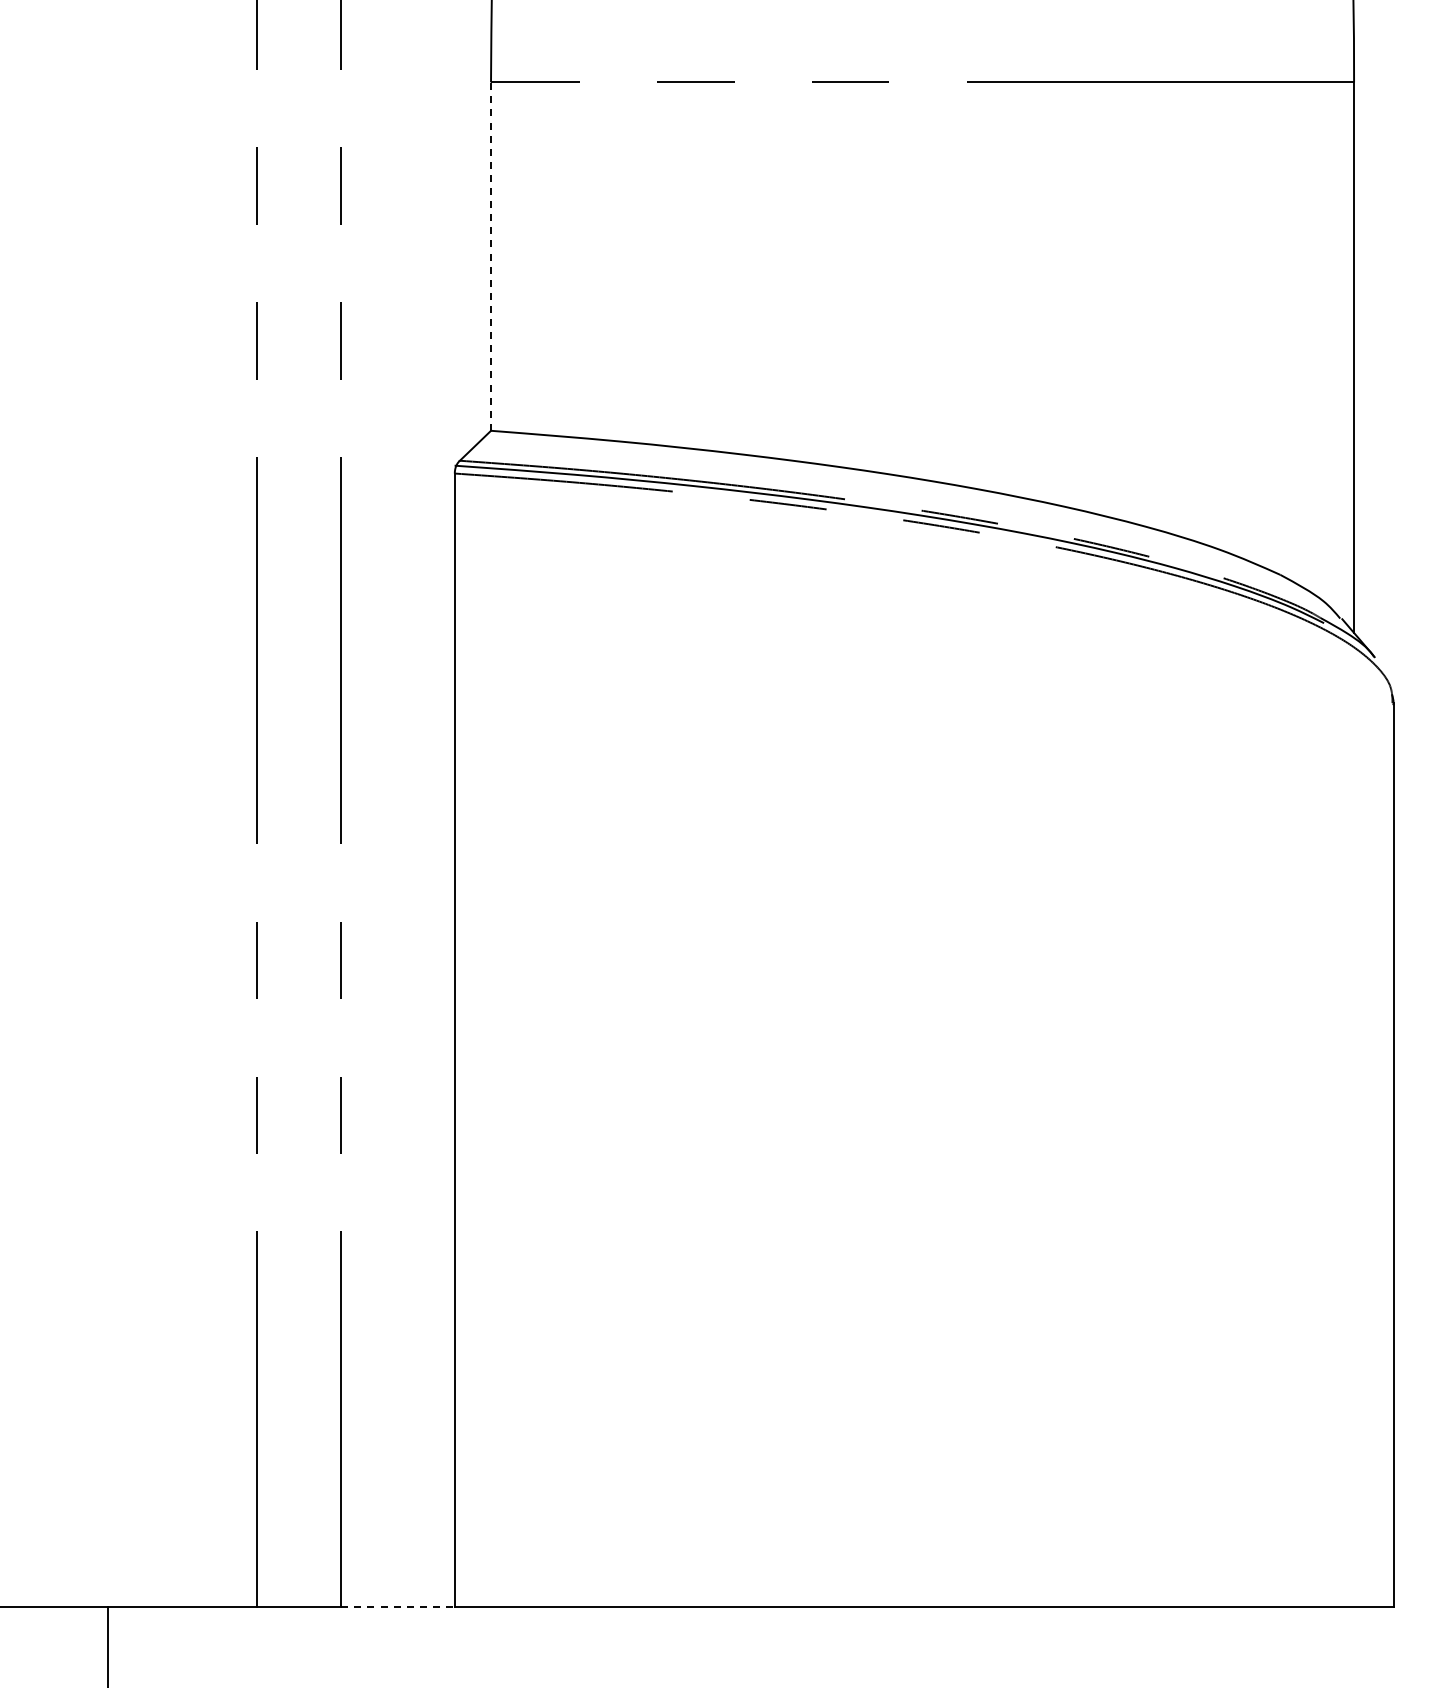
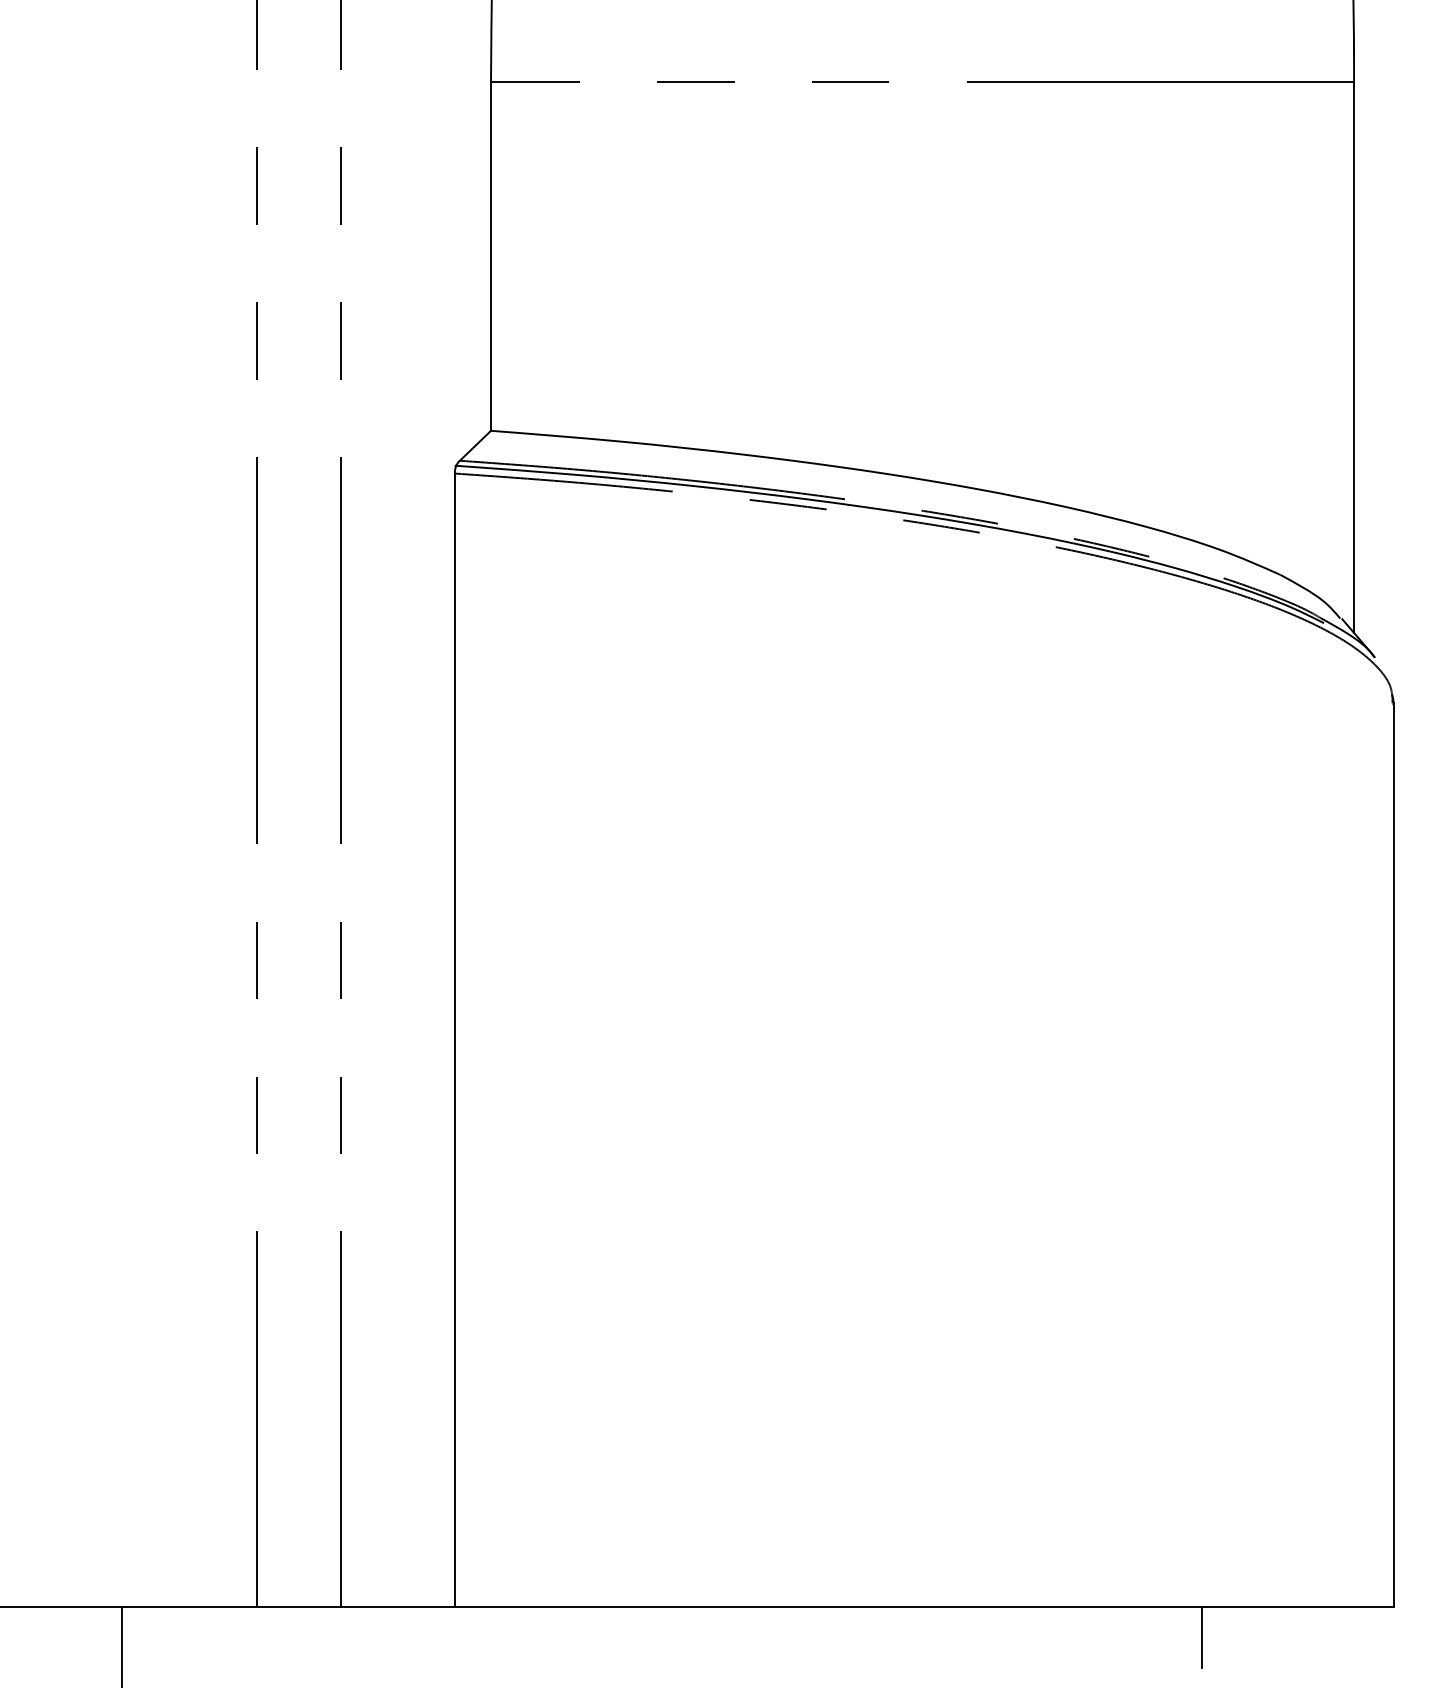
line at (491, 256): dashed -> solid
line at (398, 1606): dashed -> solid
line at (1201, 1636): none -> present
line at (108, 1645) position: (108, 1645) -> (122, 1645)
